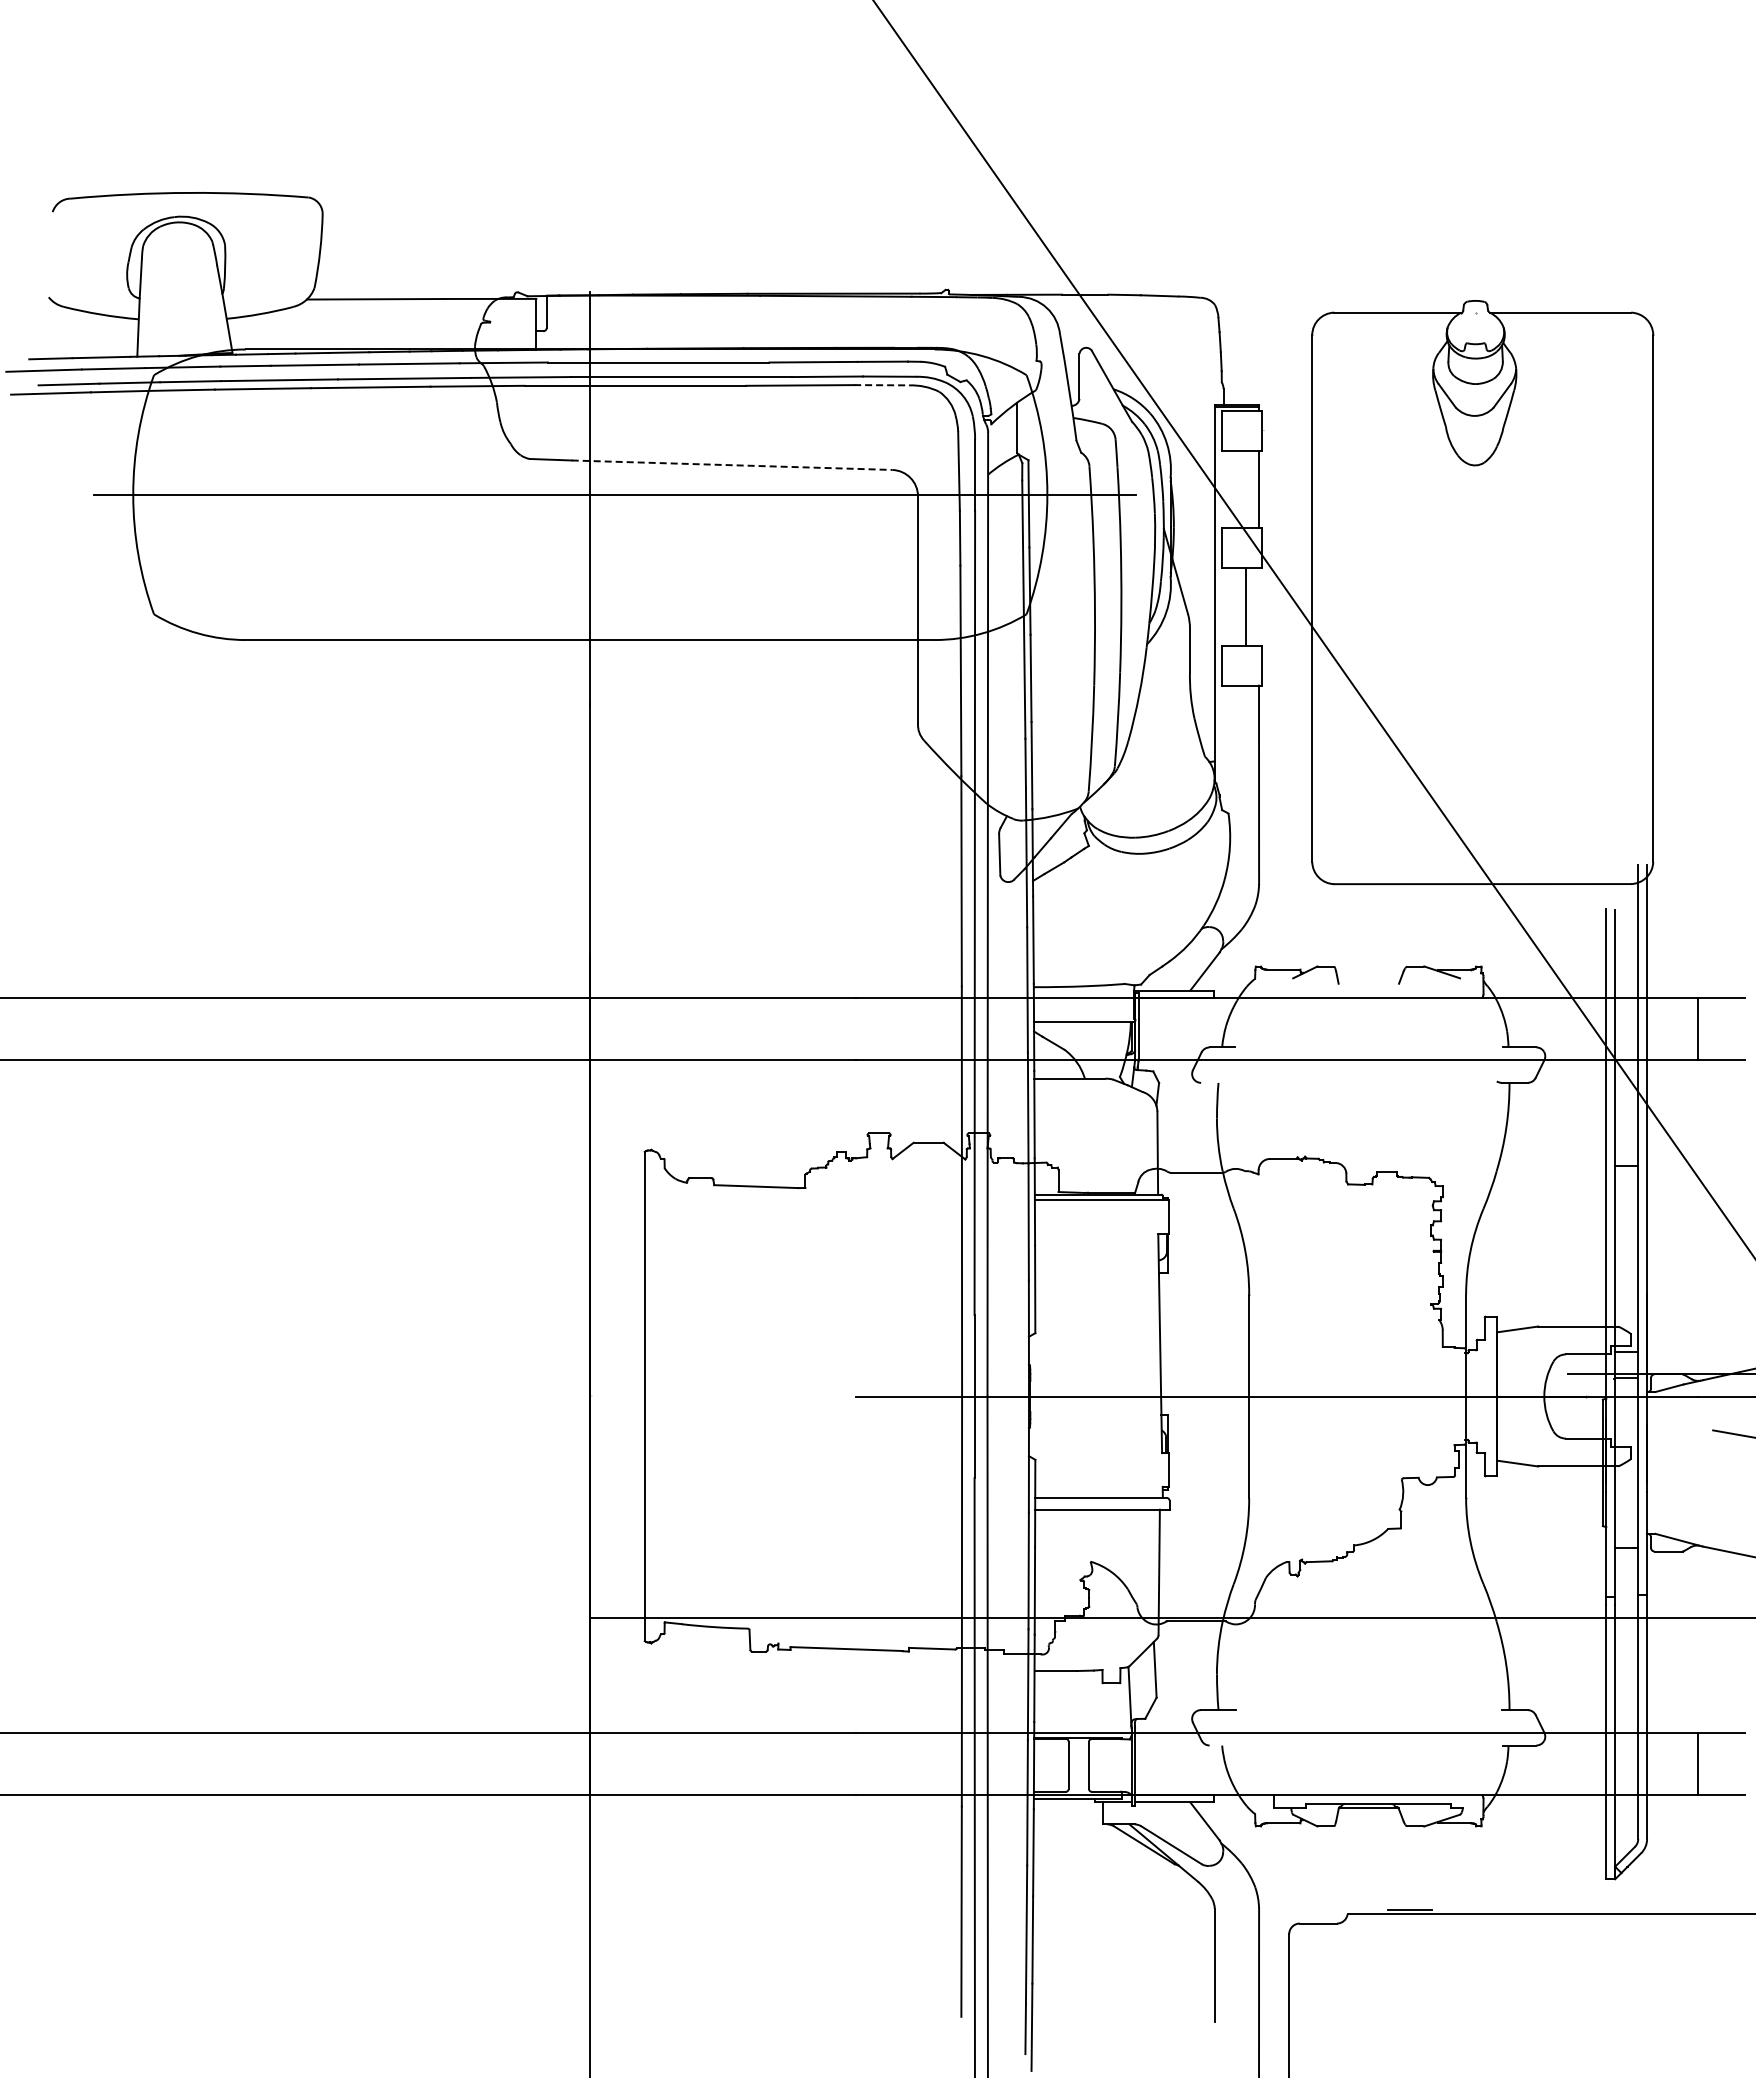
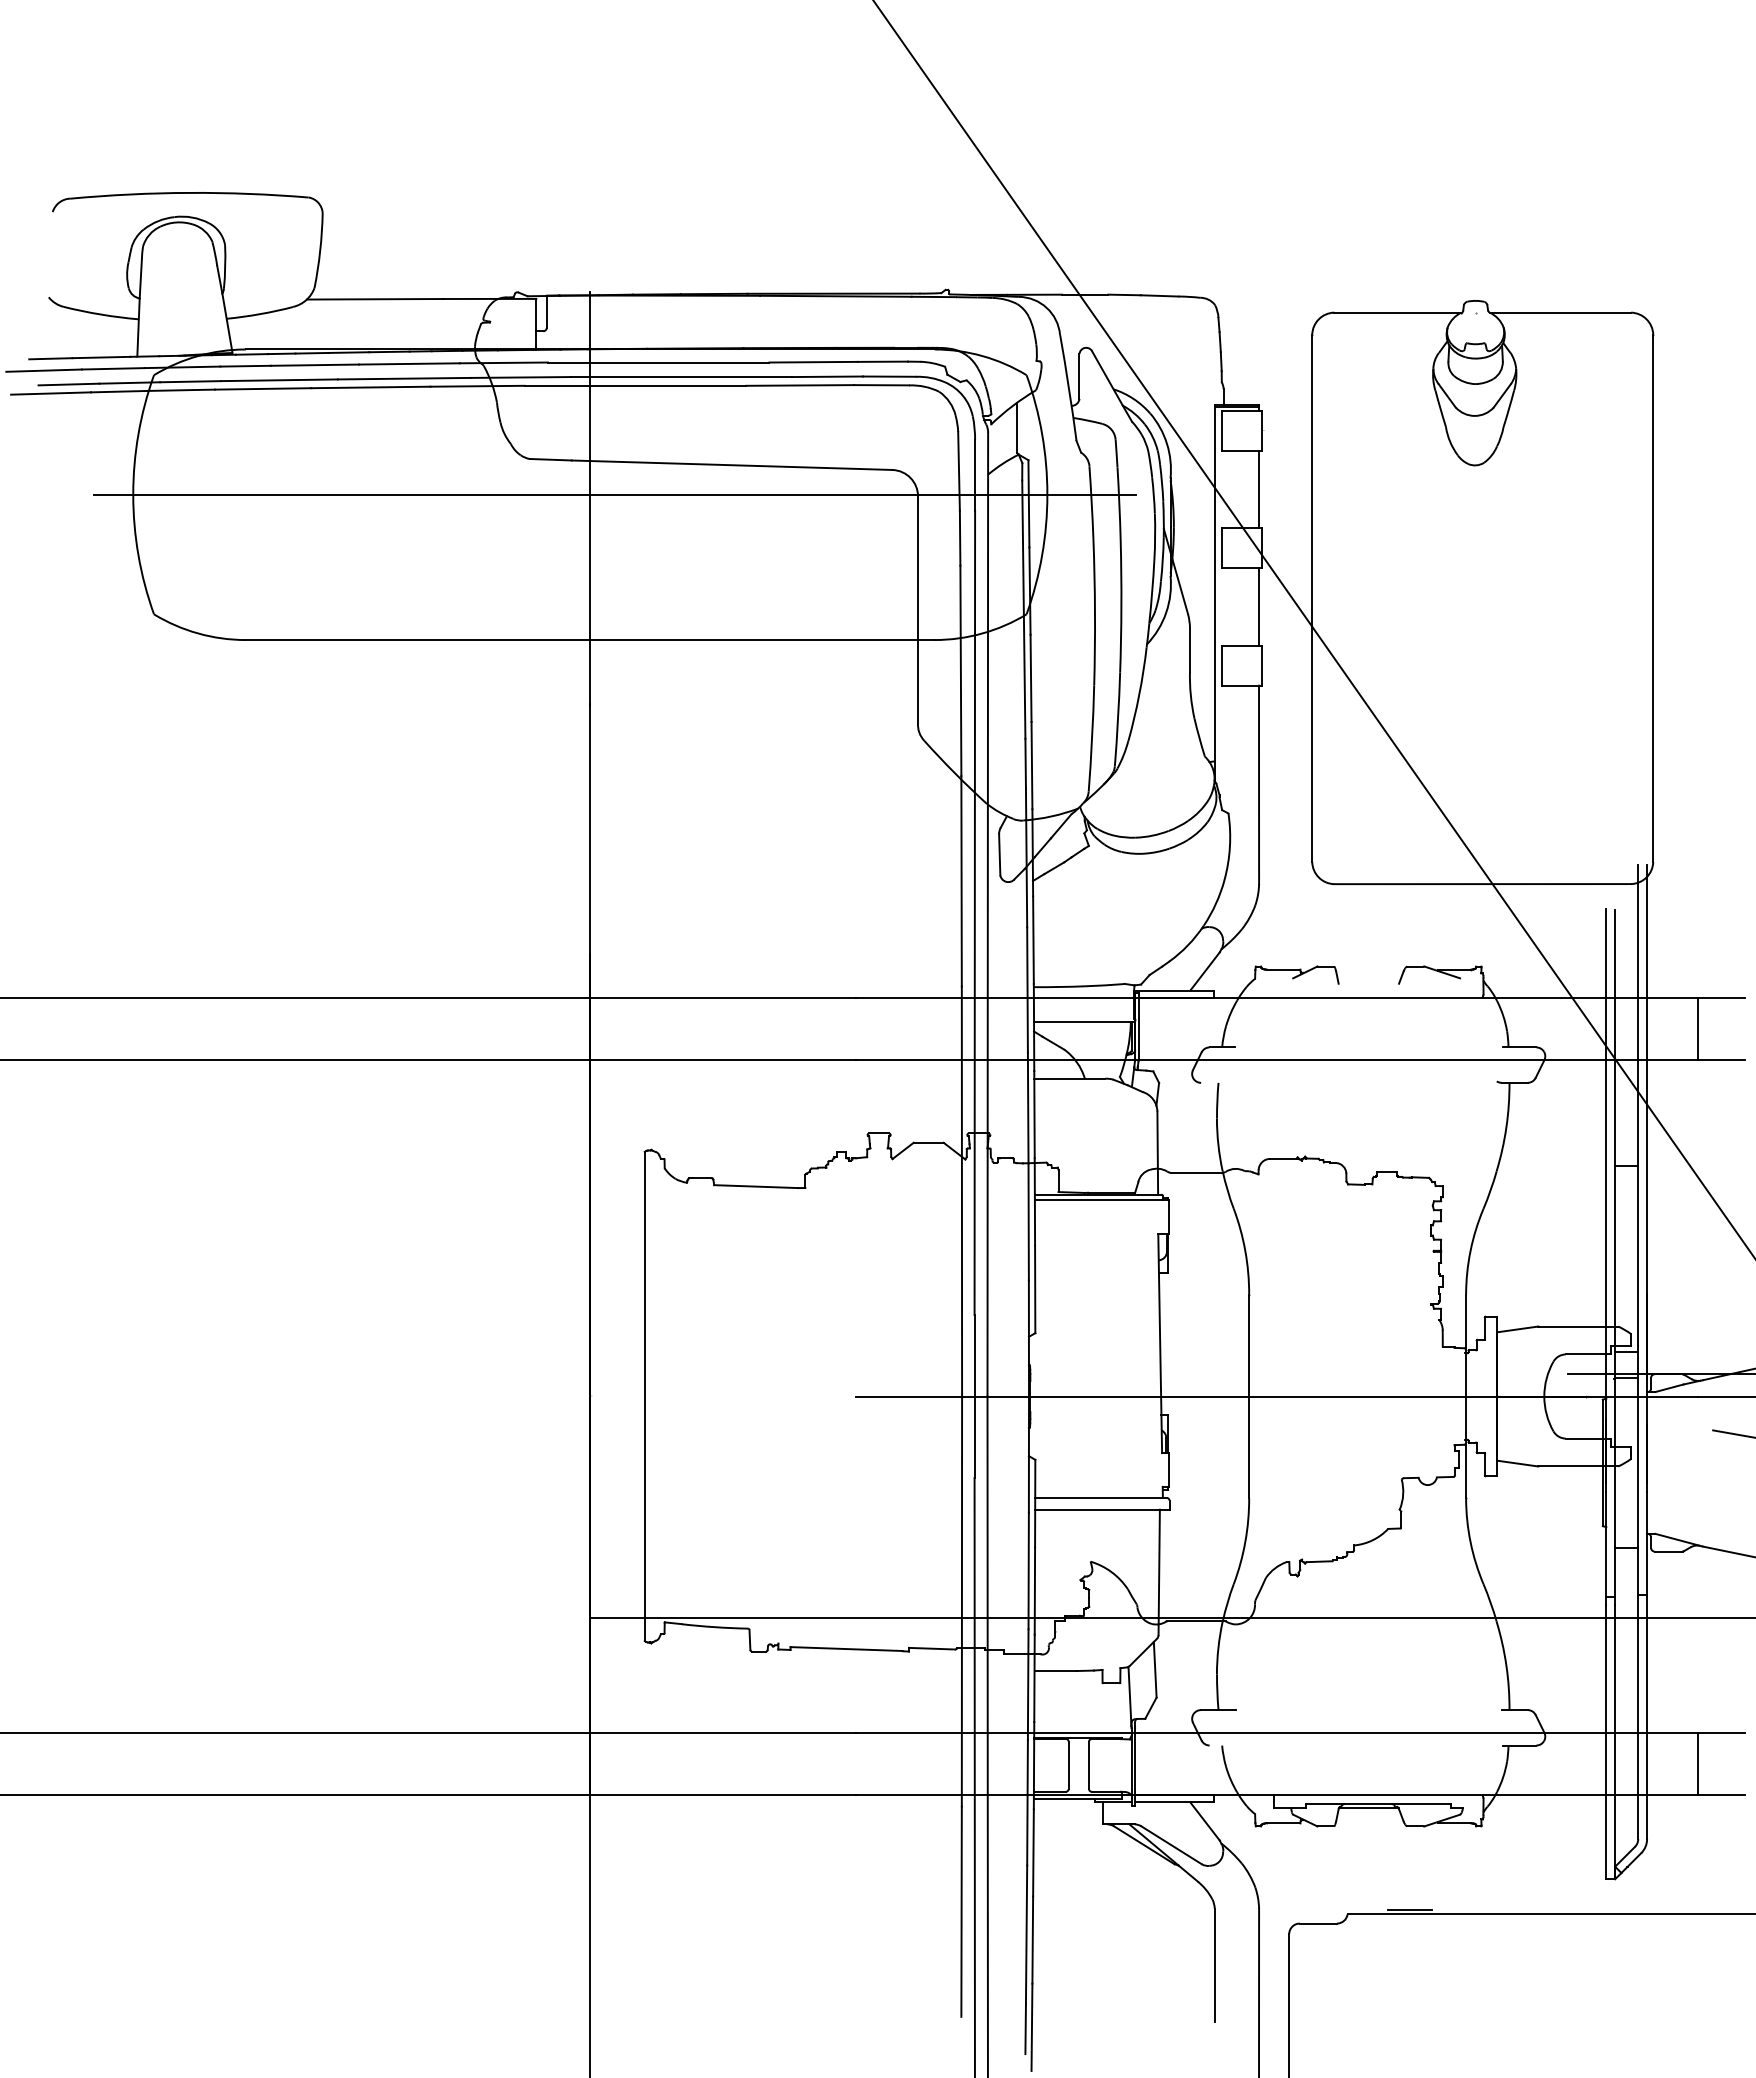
line at (882, 385): dashed -> solid
line at (732, 465): dashed -> solid
line at (1246, 606) position: (1246, 606) -> (1259, 606)
